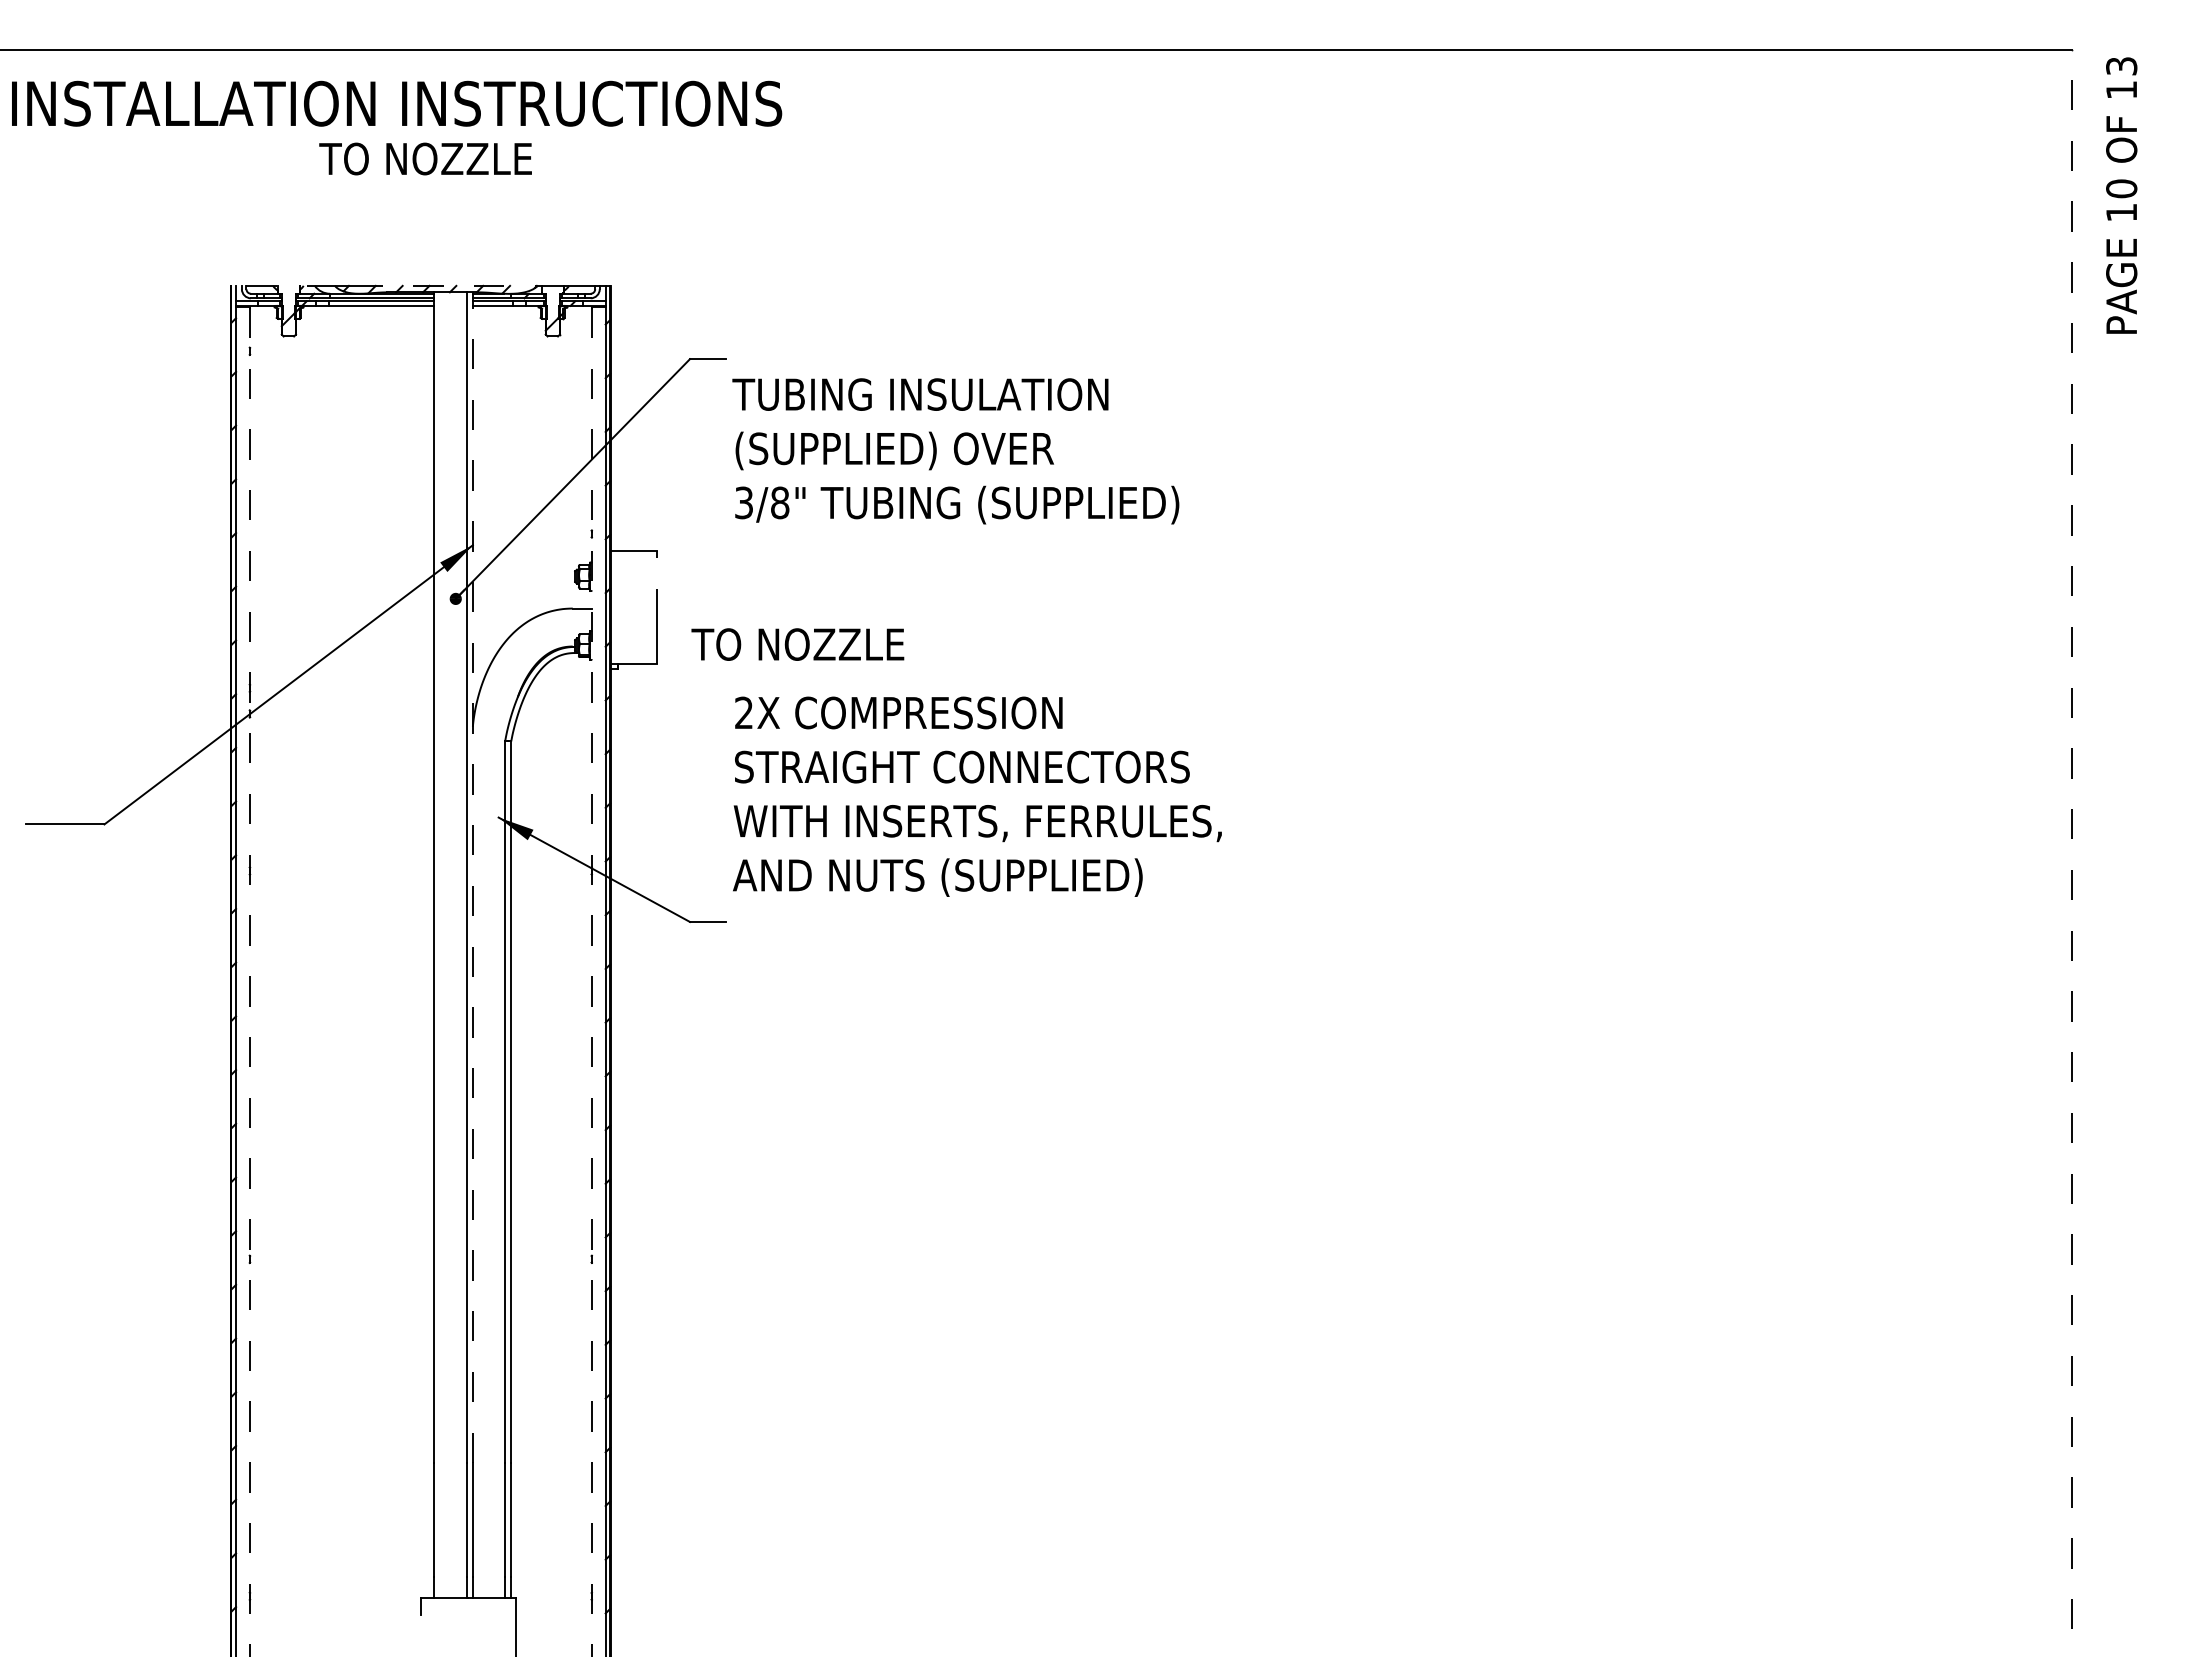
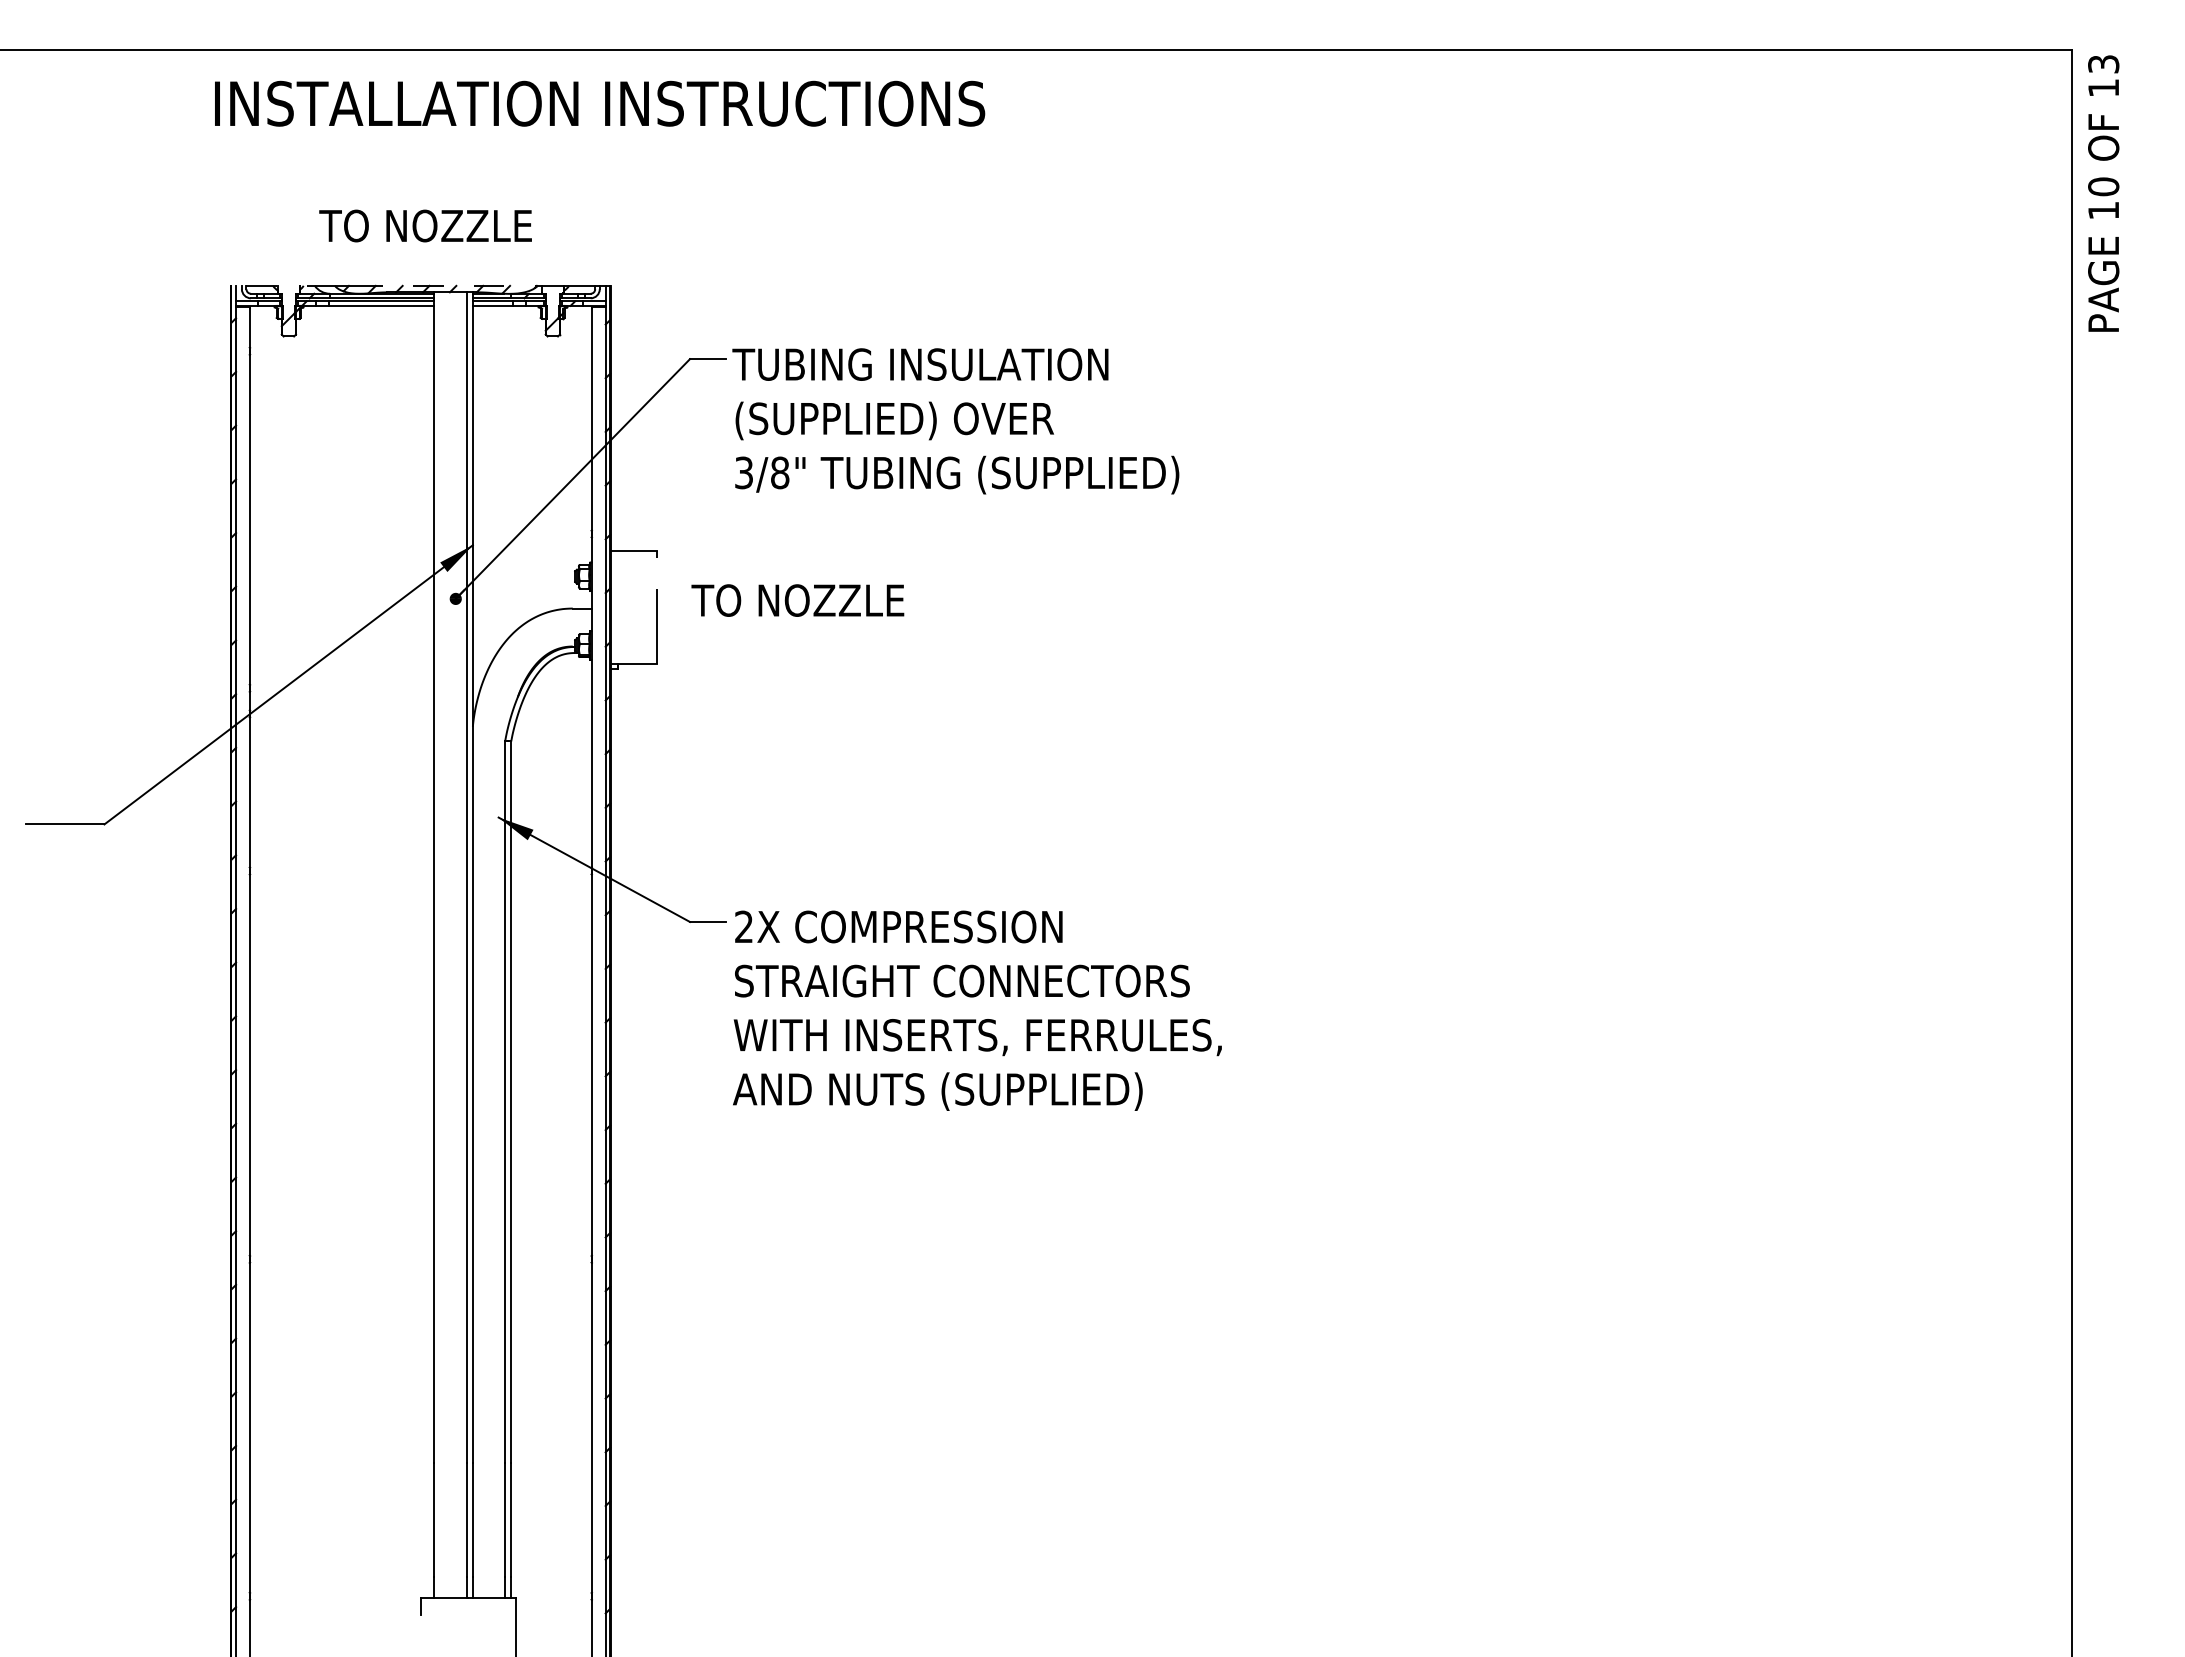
text at (397, 103) position: (397, 103) -> (600, 103)
text at (425, 158) position: (425, 158) -> (425, 225)
text at (2121, 195) position: (2121, 195) -> (2103, 193)
text at (955, 451) position: (955, 451) -> (955, 421)
text at (797, 644) position: (797, 644) -> (797, 600)
text at (977, 796) position: (977, 796) -> (977, 1010)
line at (2072, 852): dashed -> solid
line at (472, 877): dashed -> solid
line at (249, 982): dashed -> solid
line at (591, 982): dashed -> solid
